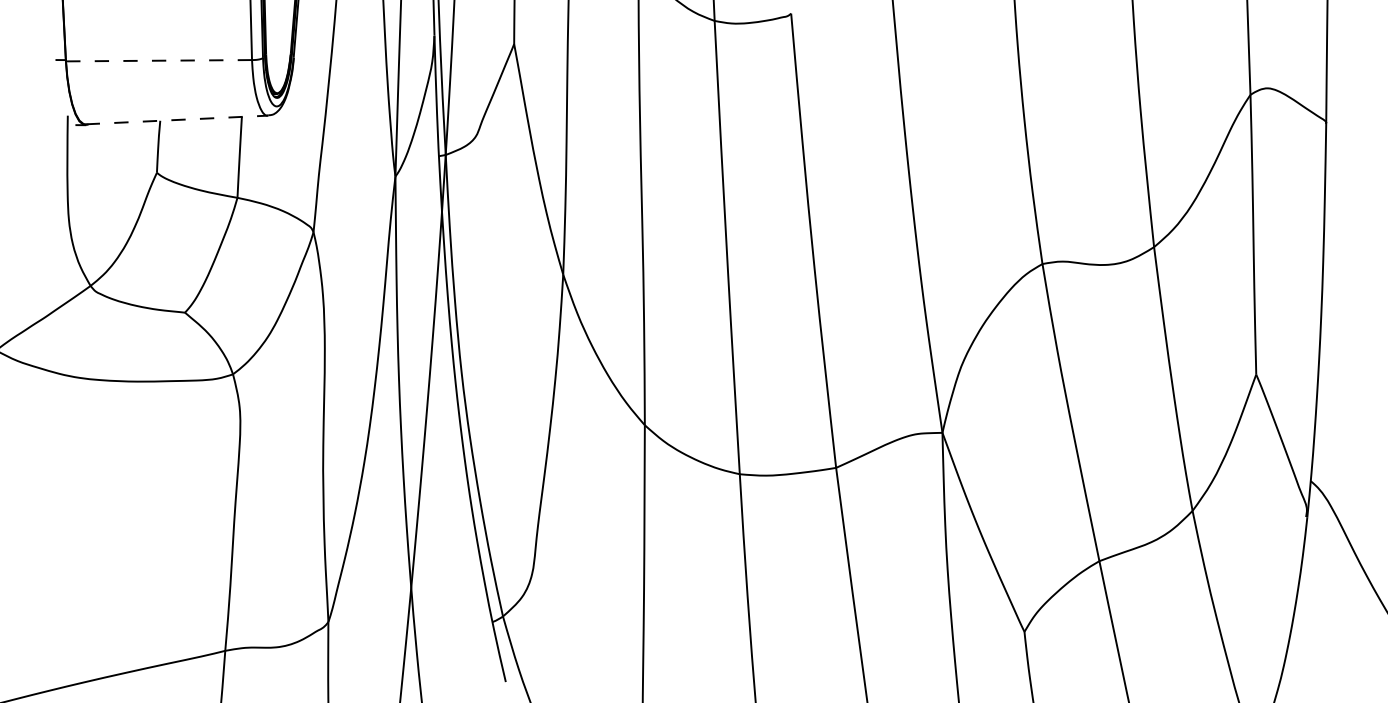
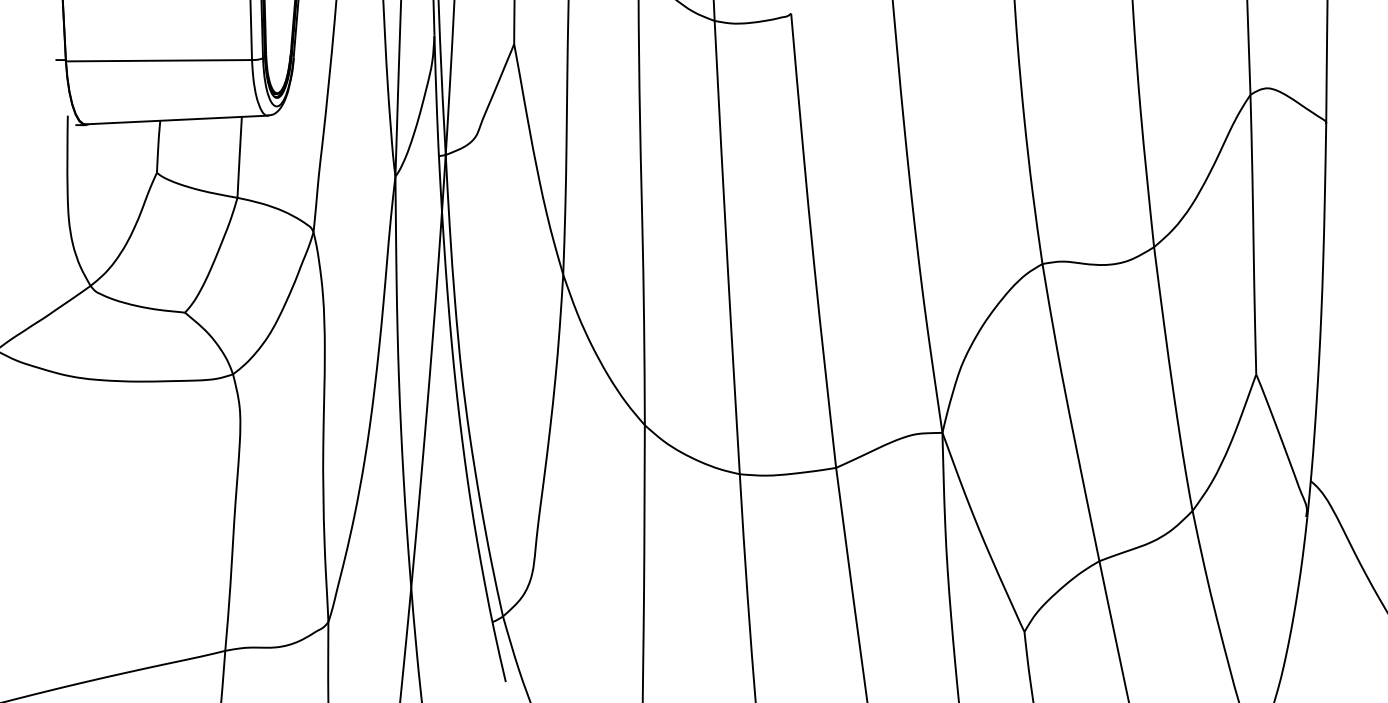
line at (158, 60): dashed -> solid
line at (177, 119): dashed -> solid
